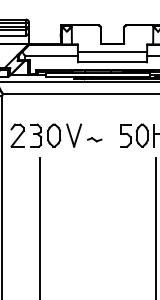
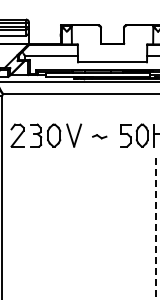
line at (112, 51): present -> none
part at (94, 139) position: (94, 139) -> (99, 136)
line at (40, 227): present -> none
line at (155, 228): solid -> dashed
